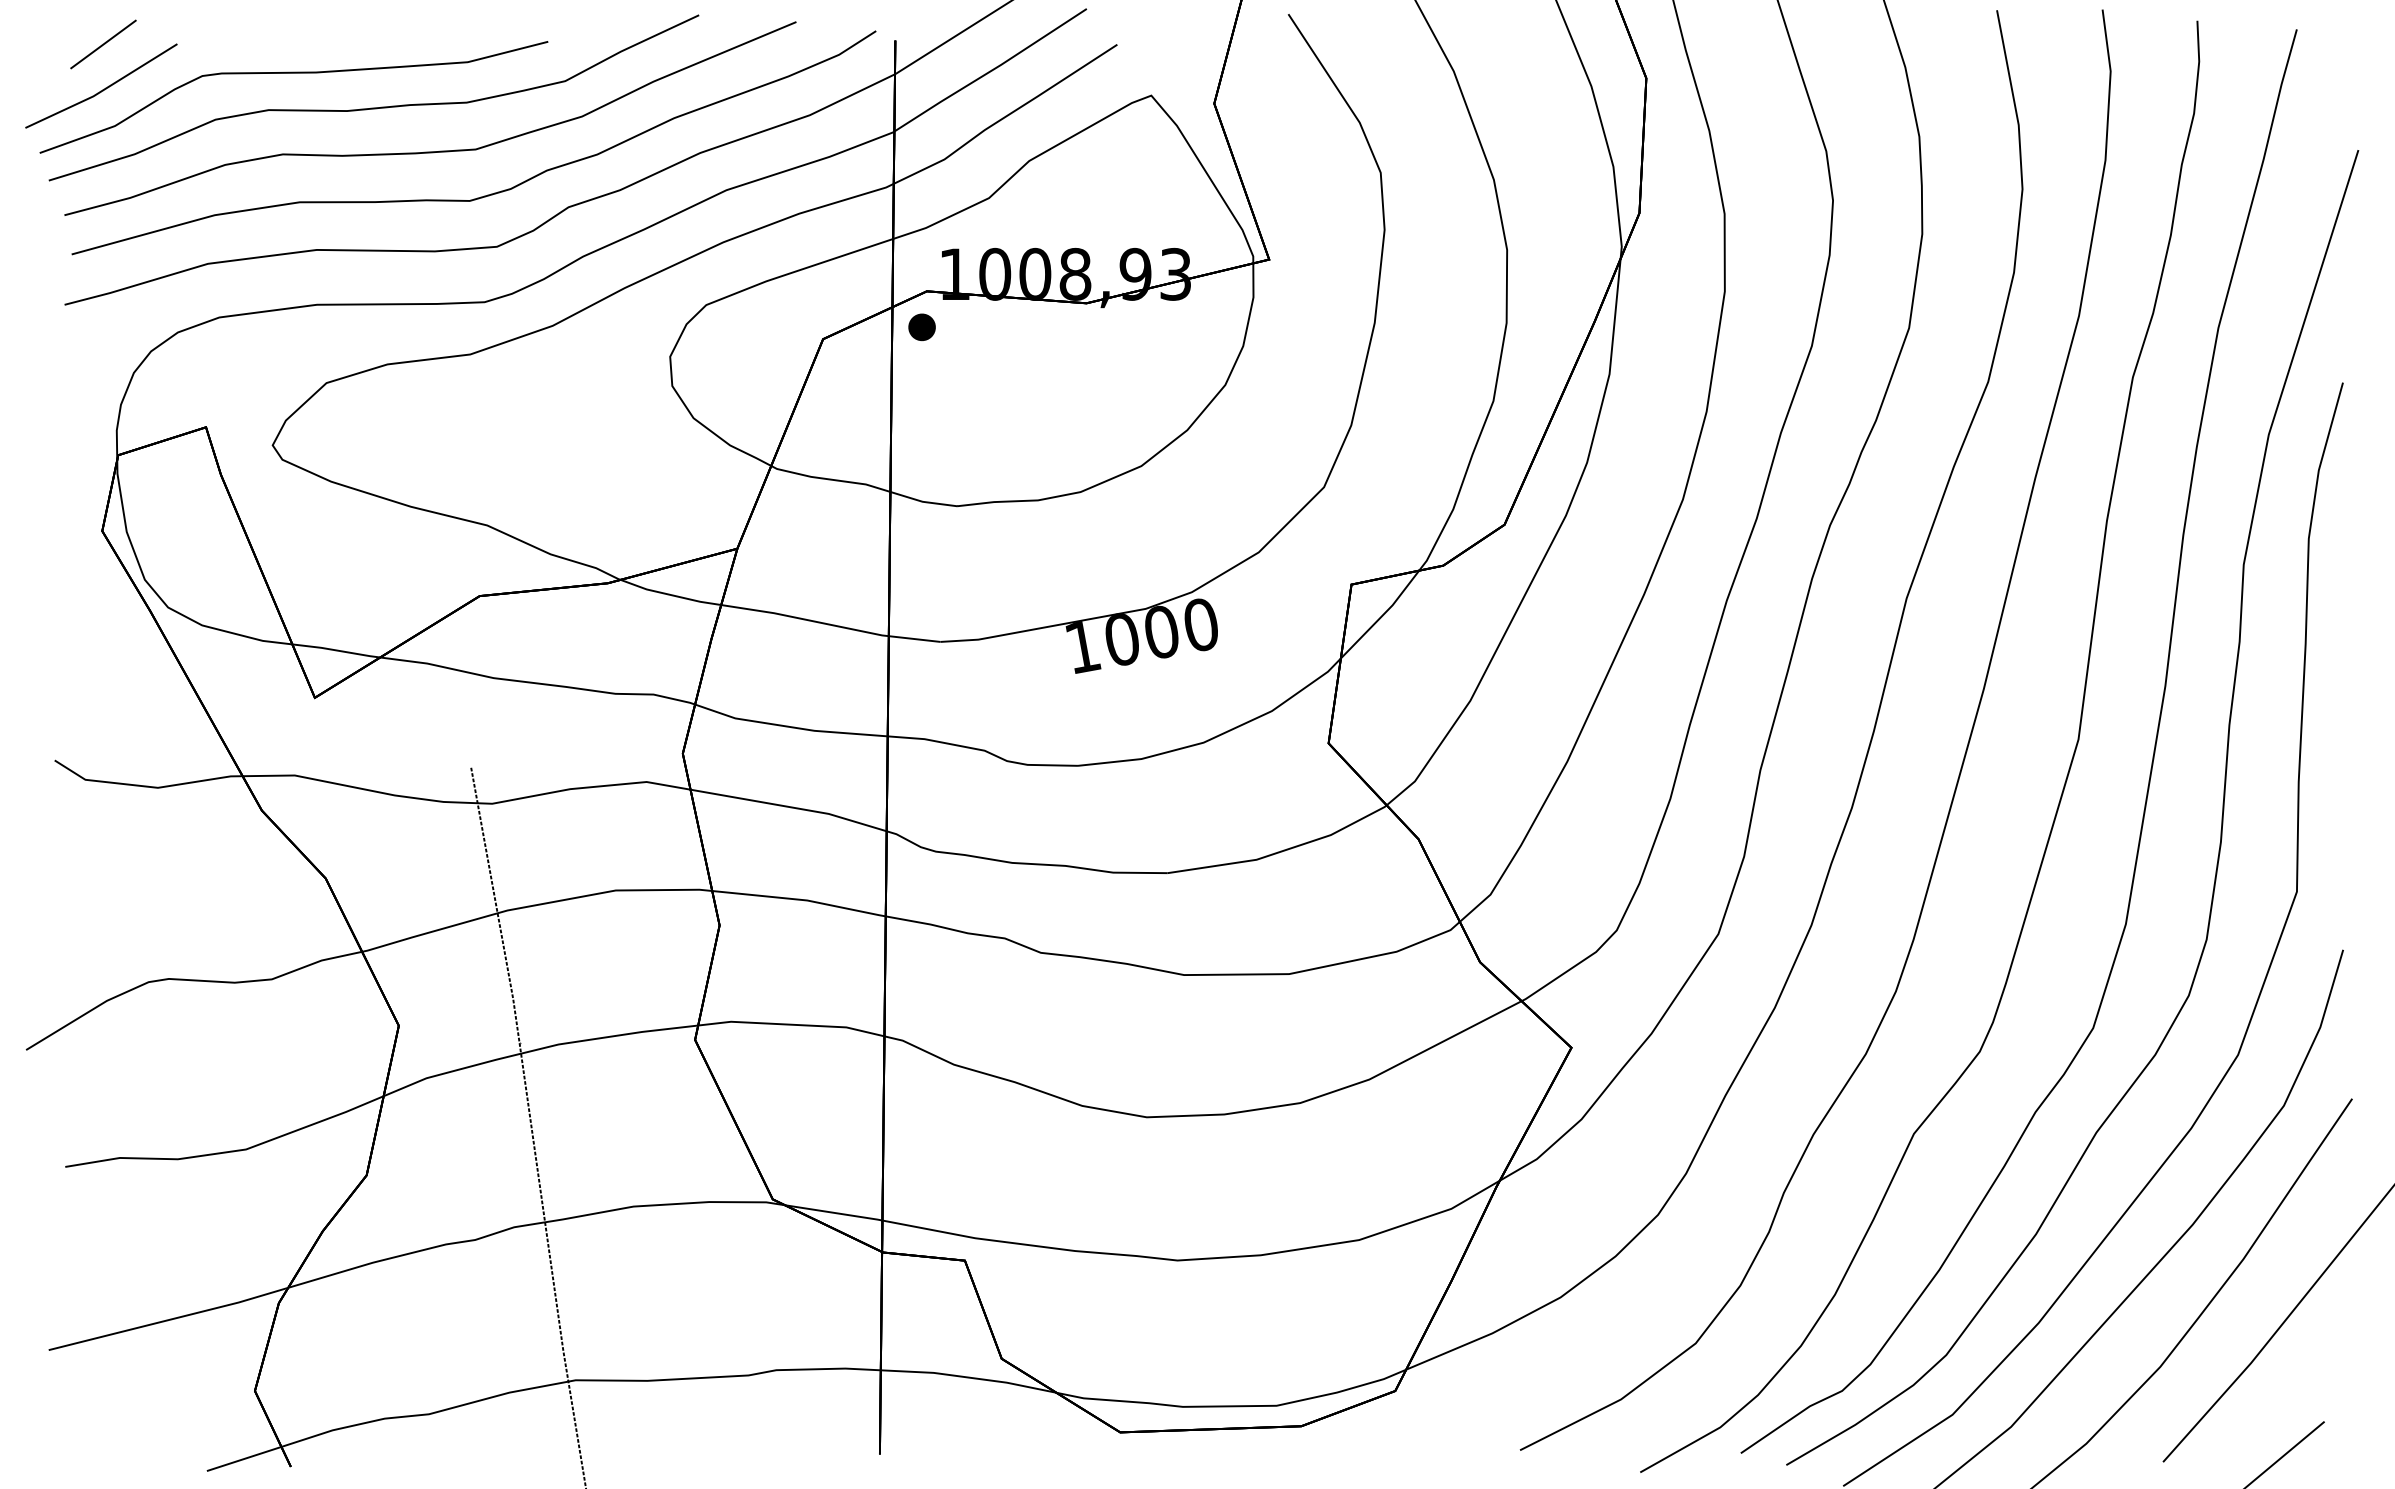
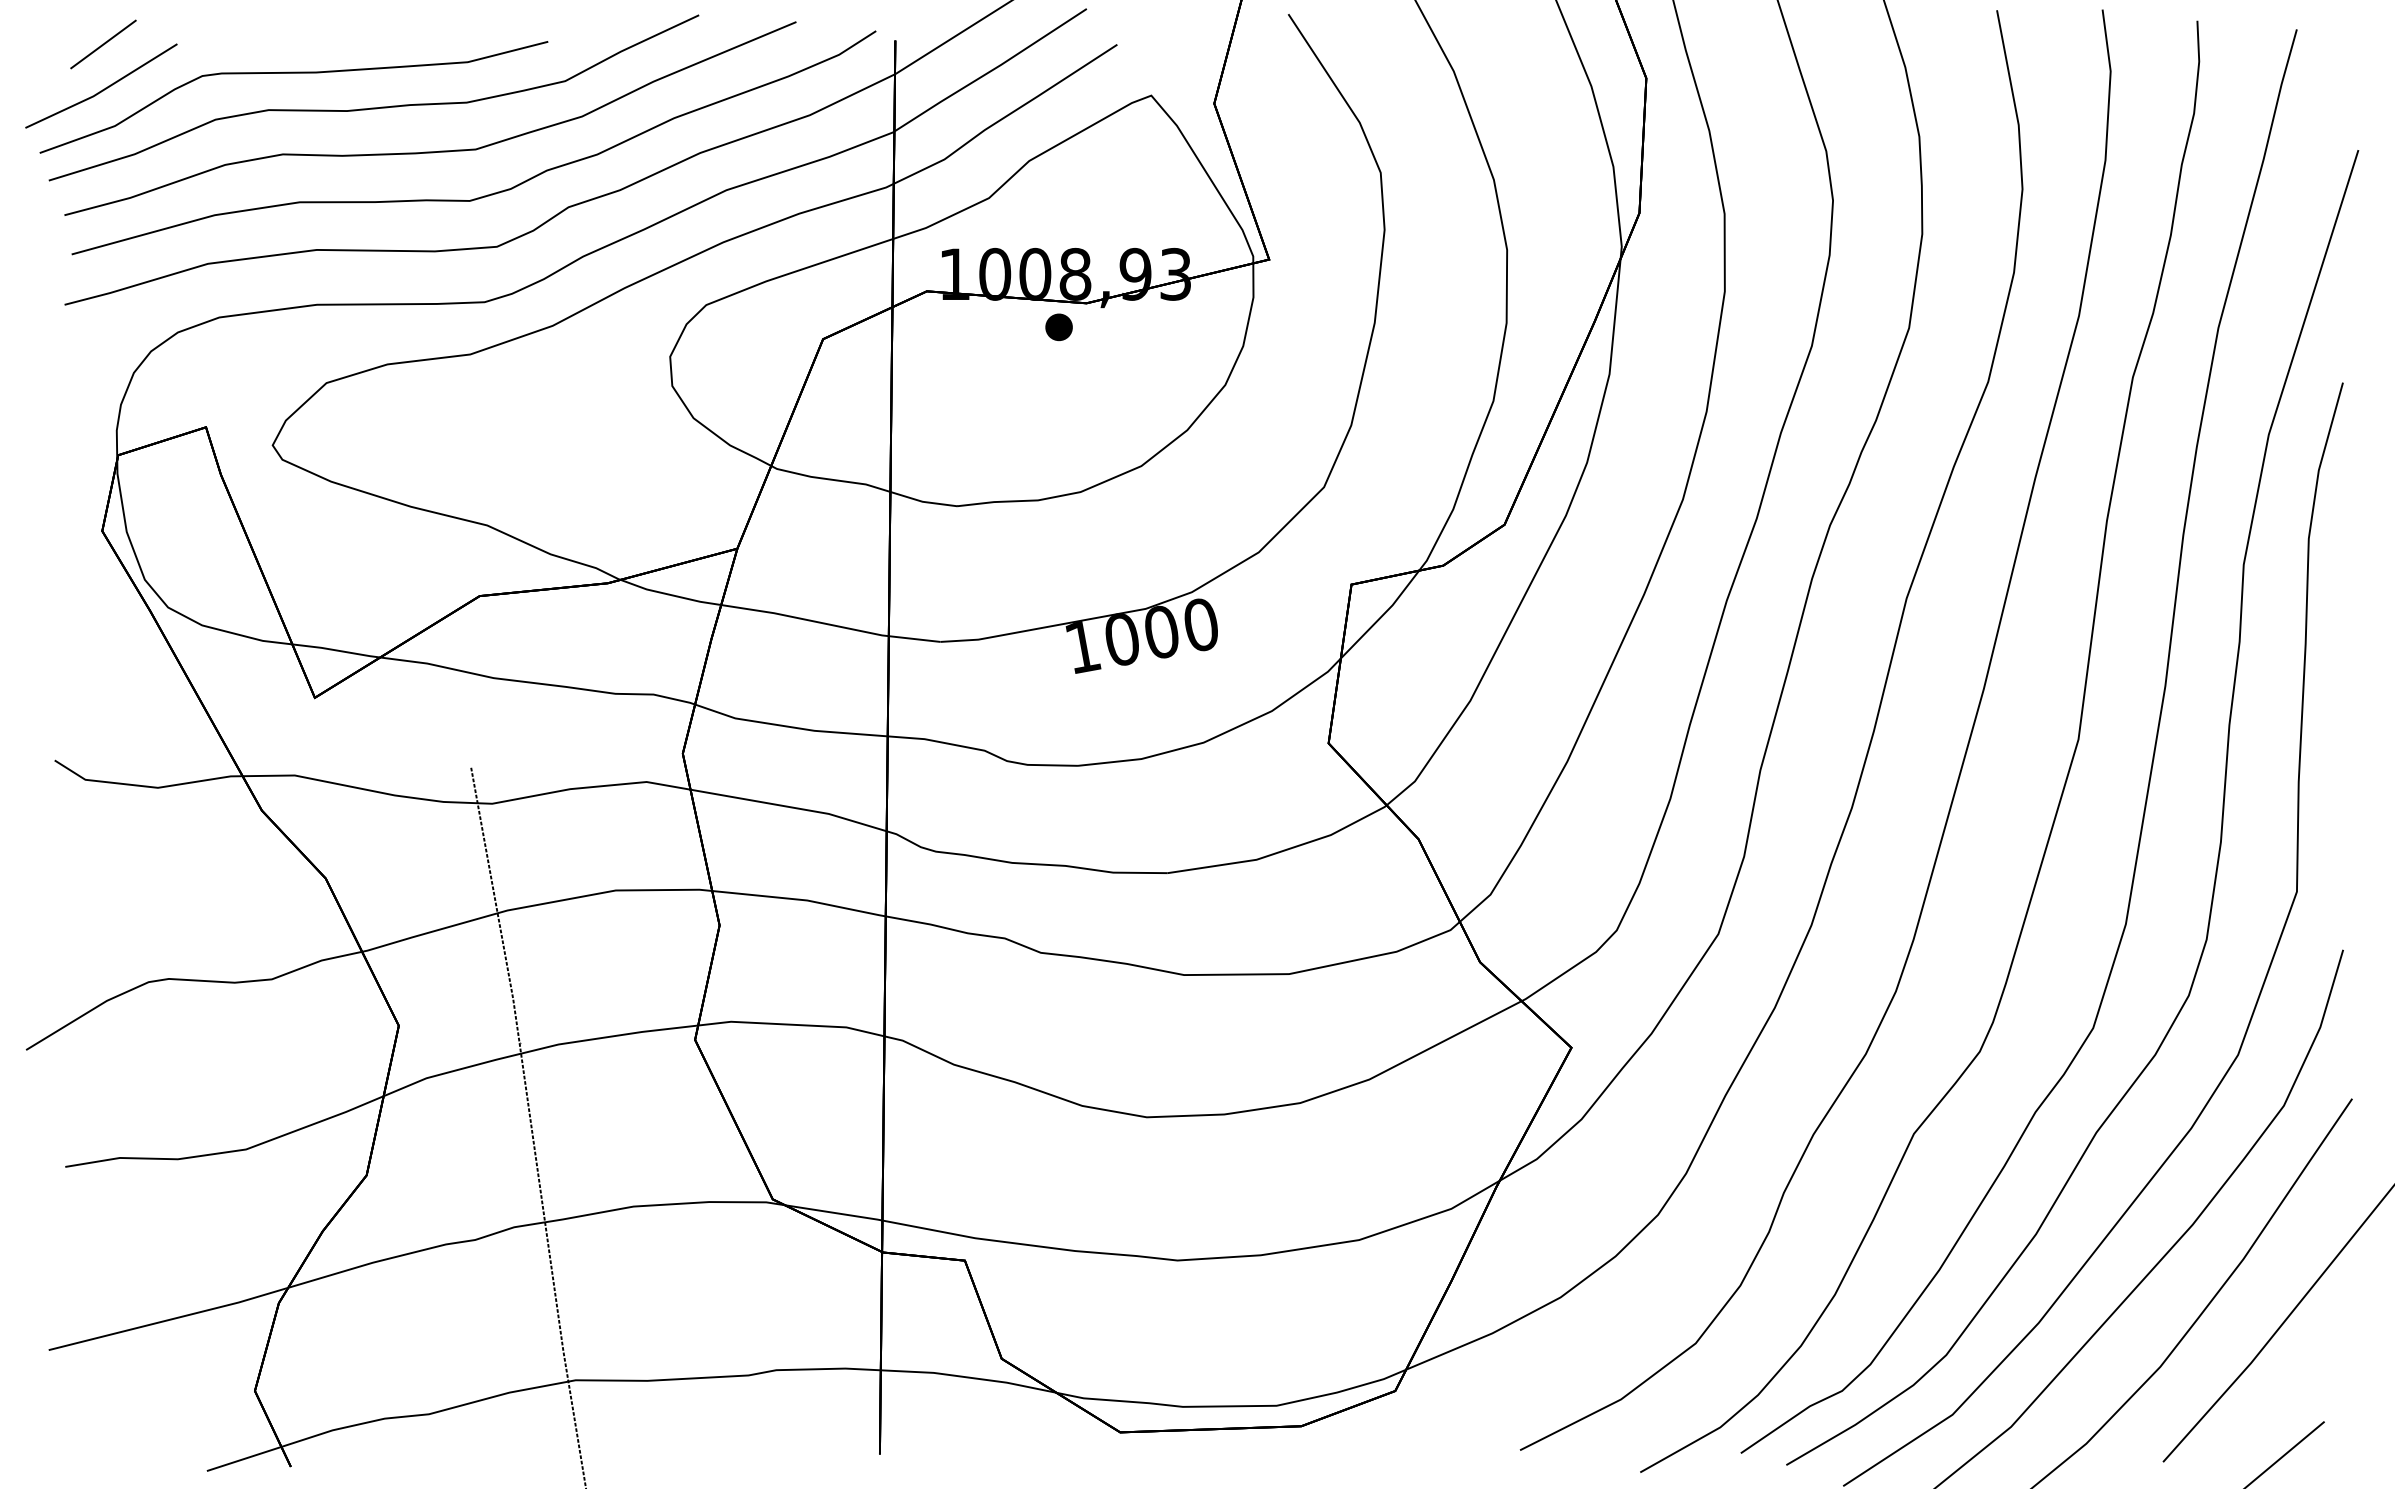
part at (921, 327) position: (921, 327) -> (1058, 327)
